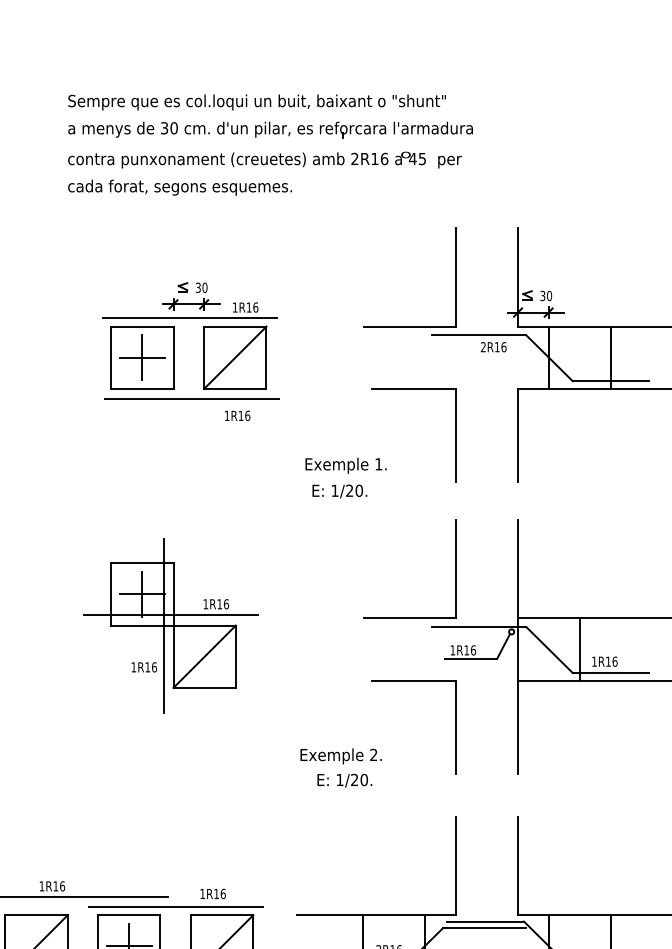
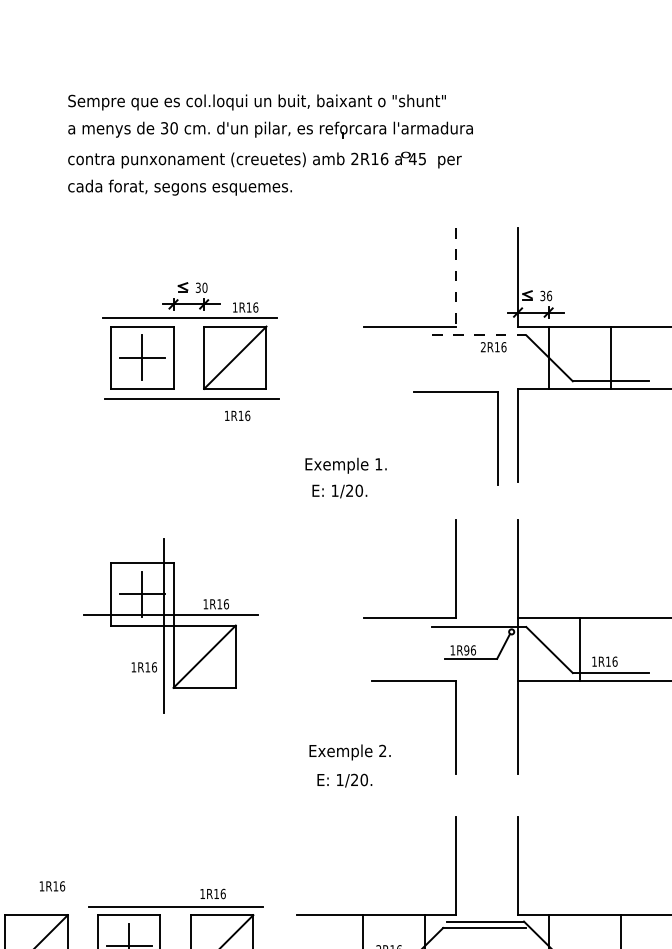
line at (455, 277): solid -> dashed
text at (549, 295): 30 -> 36
line at (479, 335): solid -> dashed
part at (455, 435) position: (455, 435) -> (497, 438)
text at (466, 650): 1R16 -> 1R96
text at (340, 756) position: (340, 756) -> (349, 752)
line at (85, 896): present -> none
line at (611, 930) position: (611, 930) -> (621, 930)
